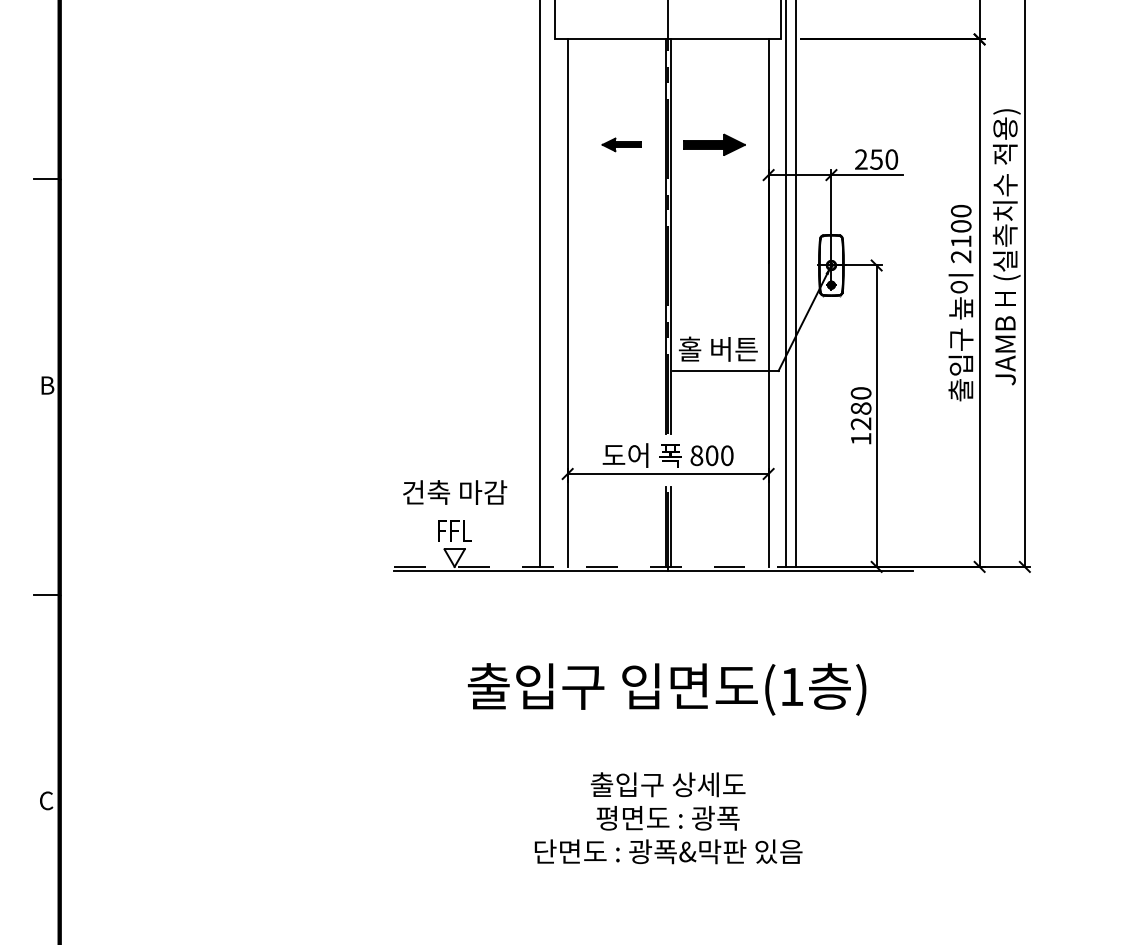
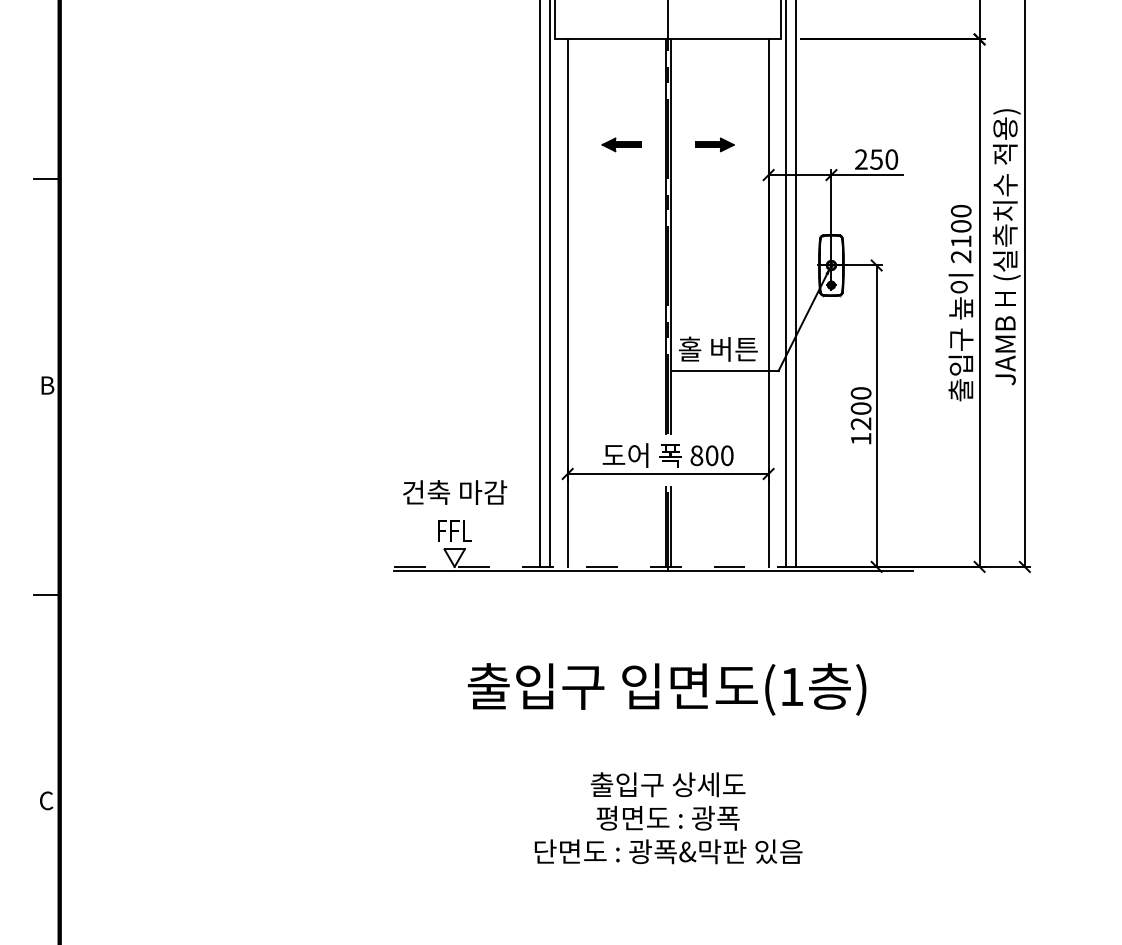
part at (714, 144) size: 63x23 px -> 40x16 px
line at (550, 284): none -> present
text at (861, 408): 1280 -> 1200
